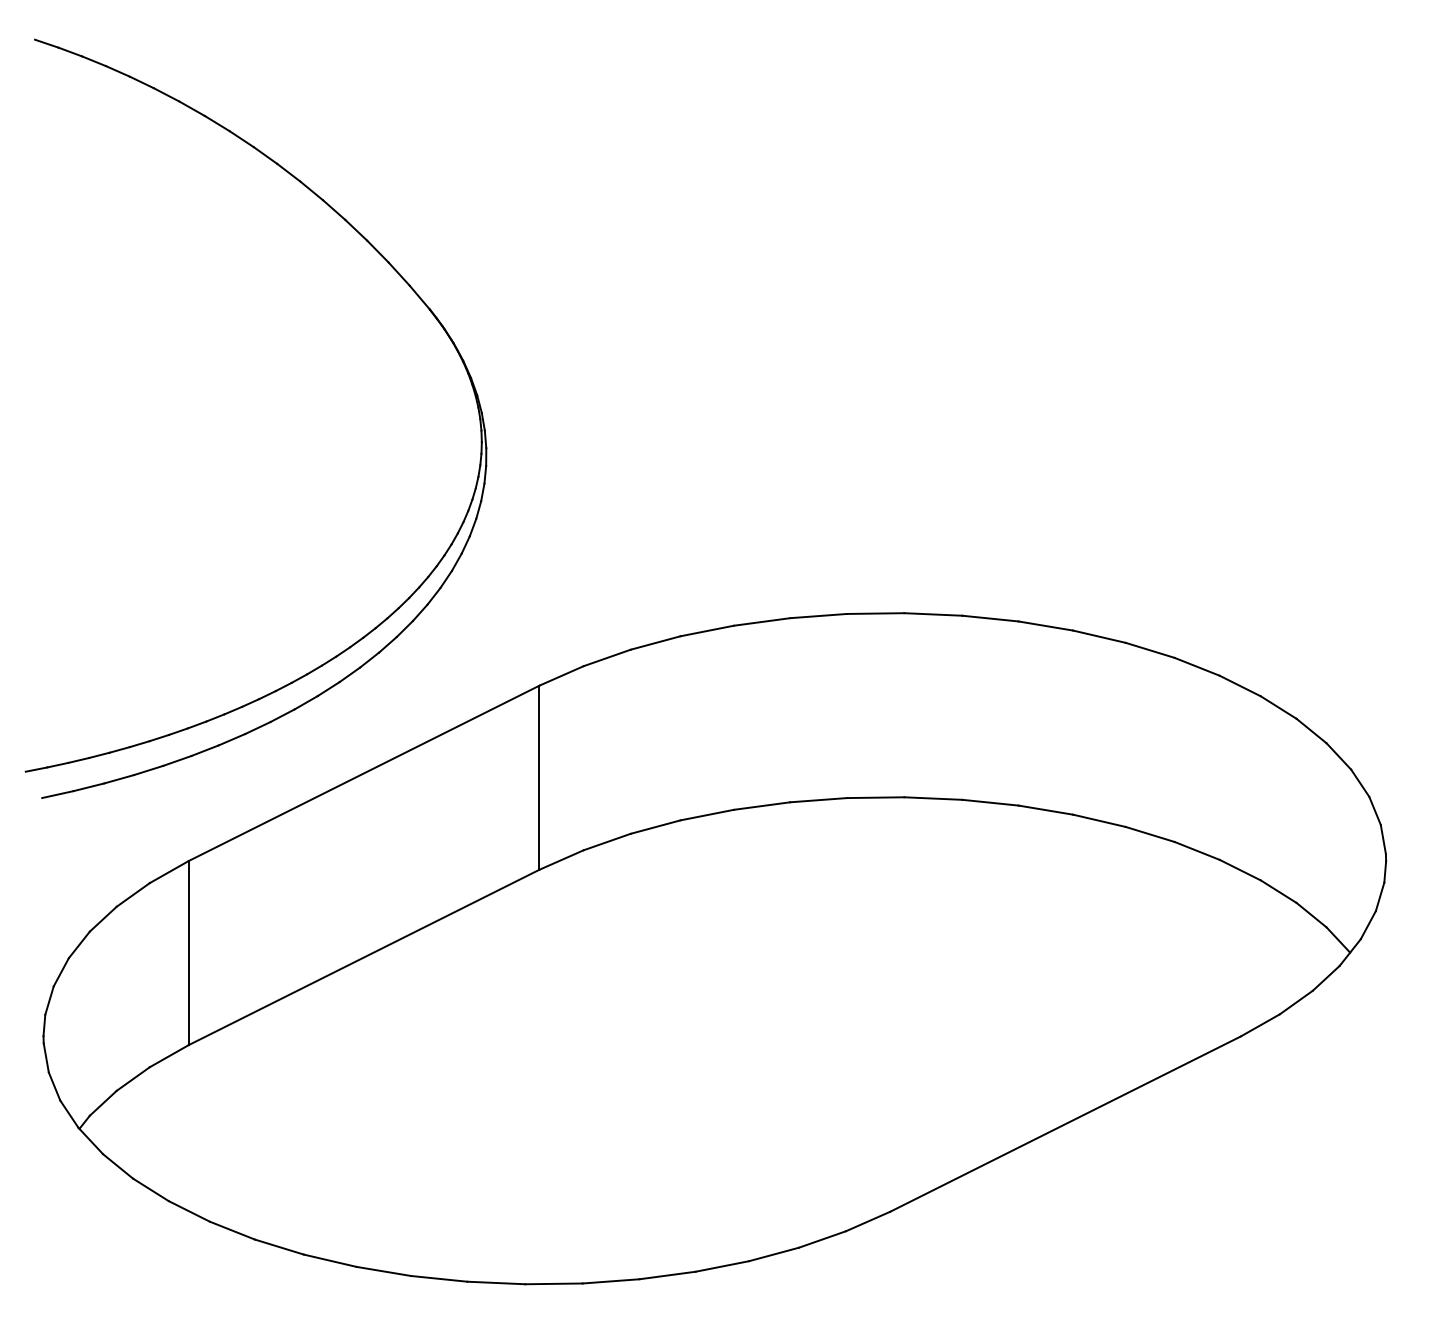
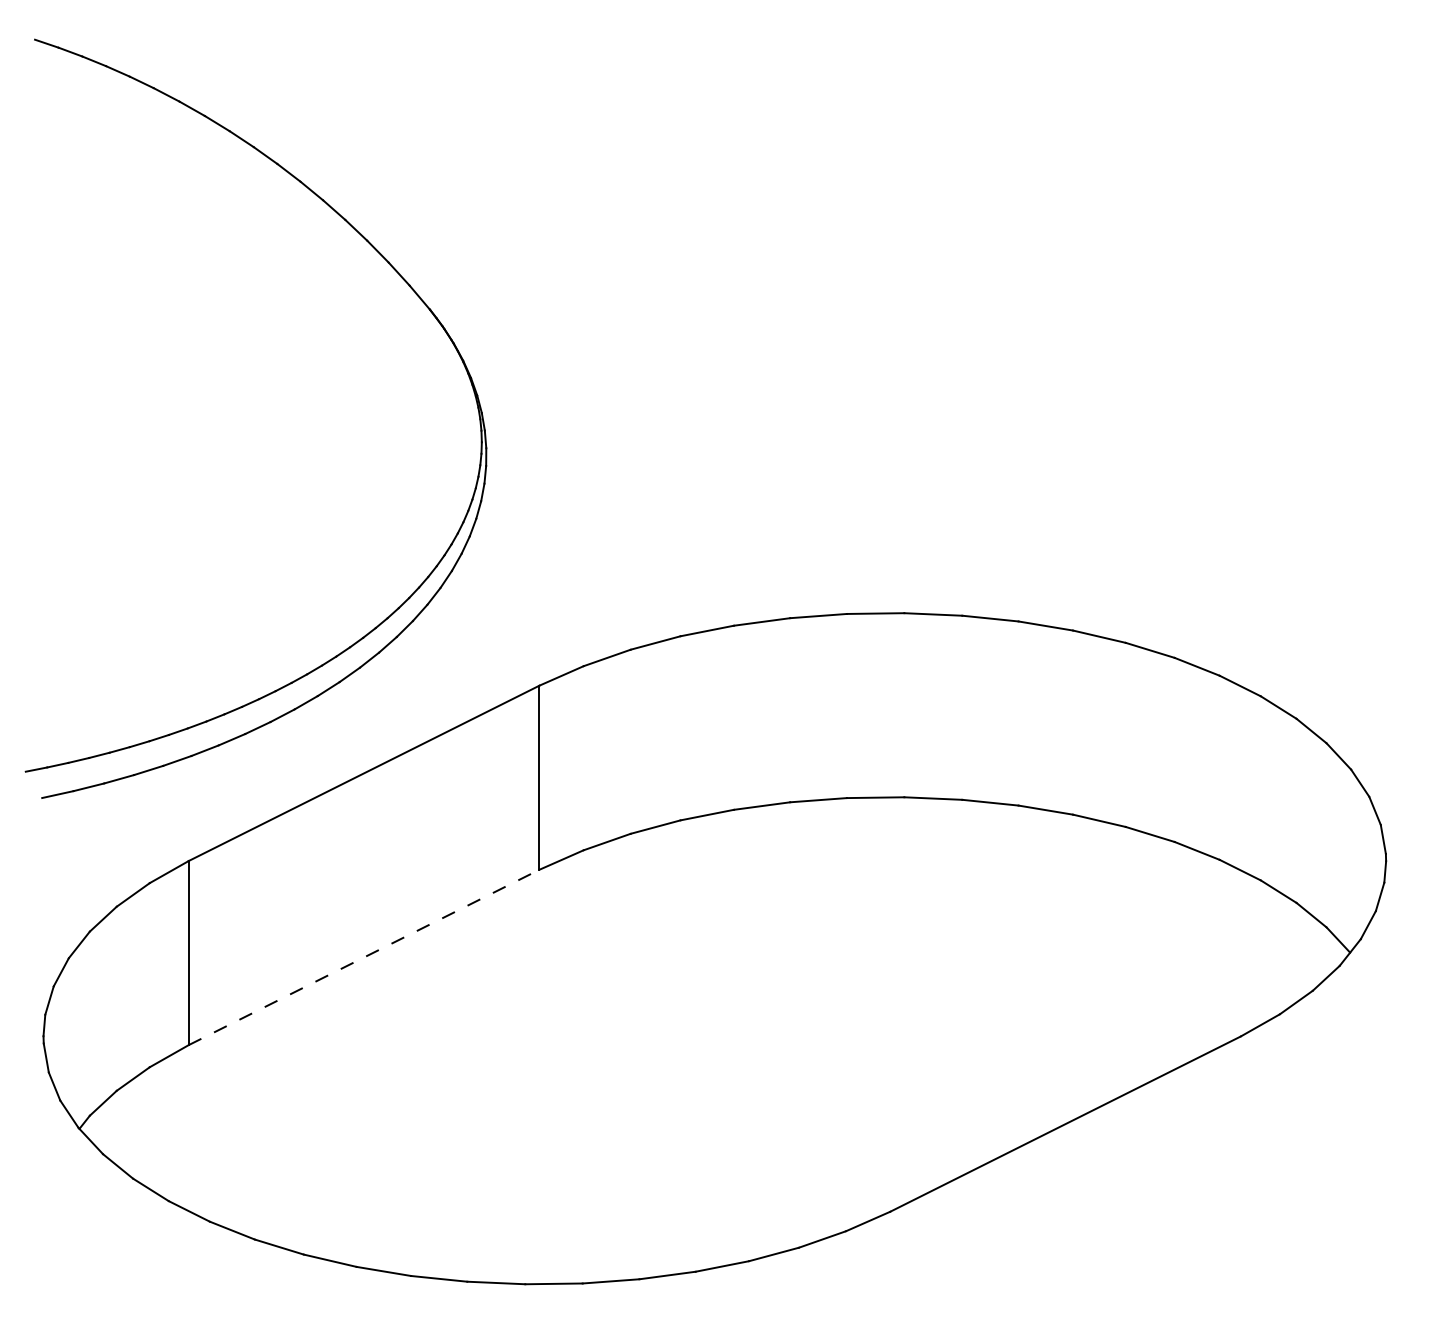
line at (364, 957): solid -> dashed
